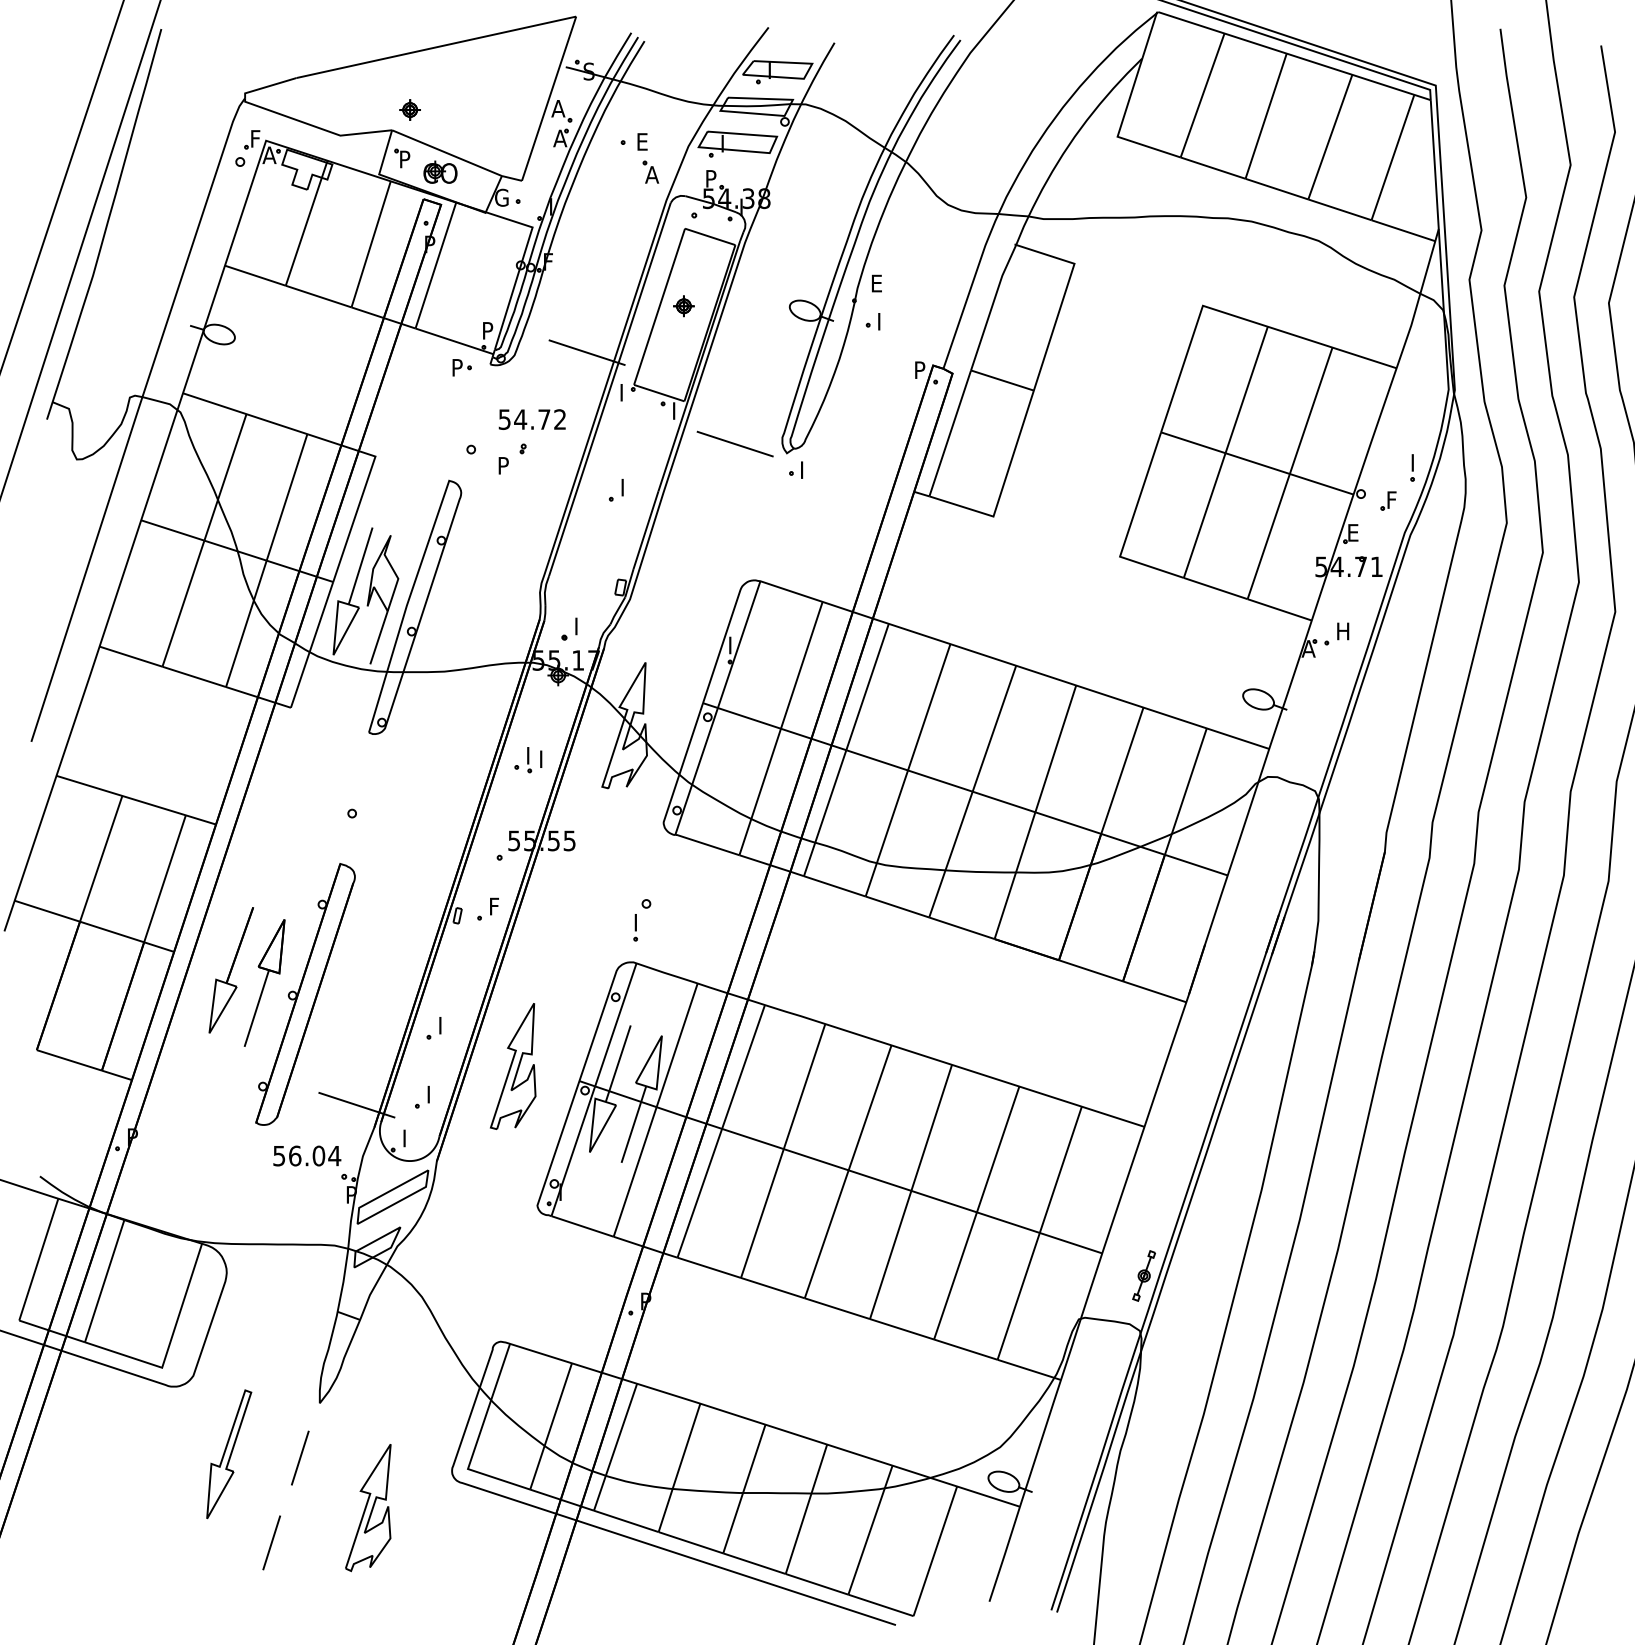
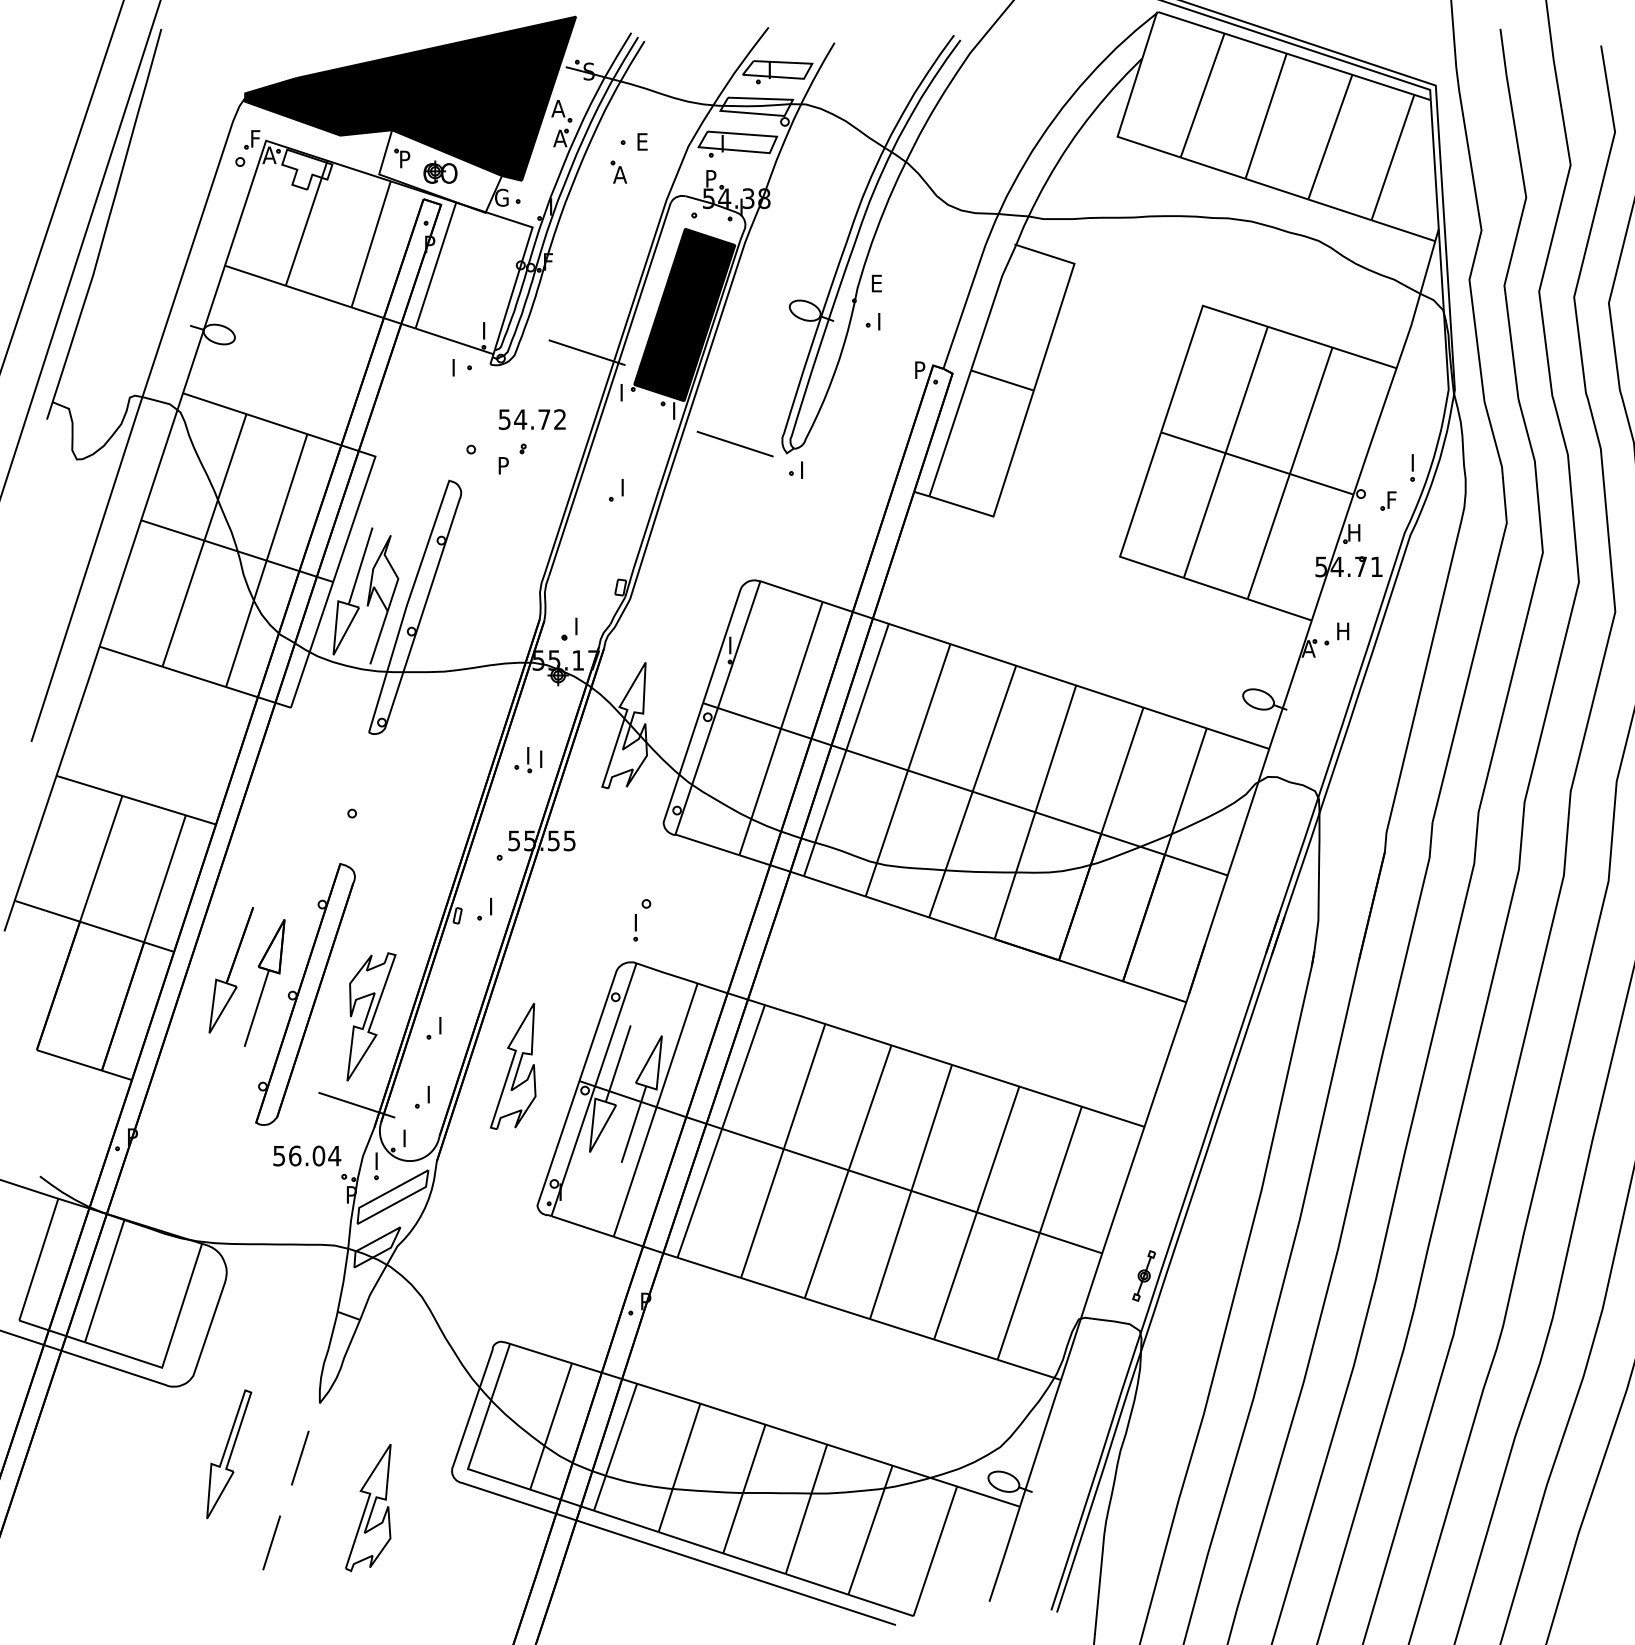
fill at (410, 98): none -> present
part at (650, 171) position: (650, 171) -> (618, 171)
fill at (684, 314): none -> present
text at (489, 327): P -> I
text at (458, 364): P -> I
text at (1355, 532): E -> H
text at (495, 901): F -> I
part at (371, 1016): none -> present
part at (376, 1166): none -> present
